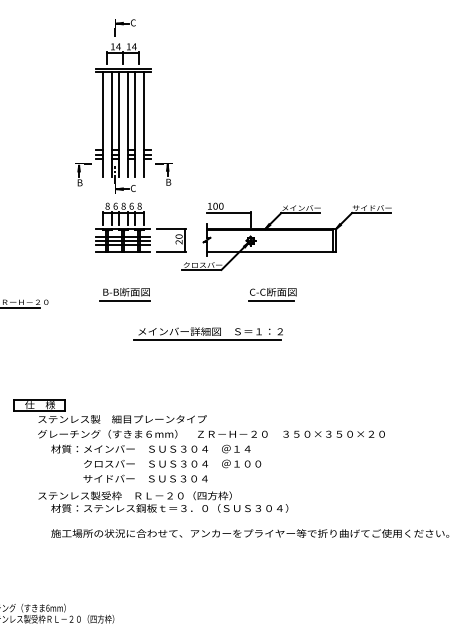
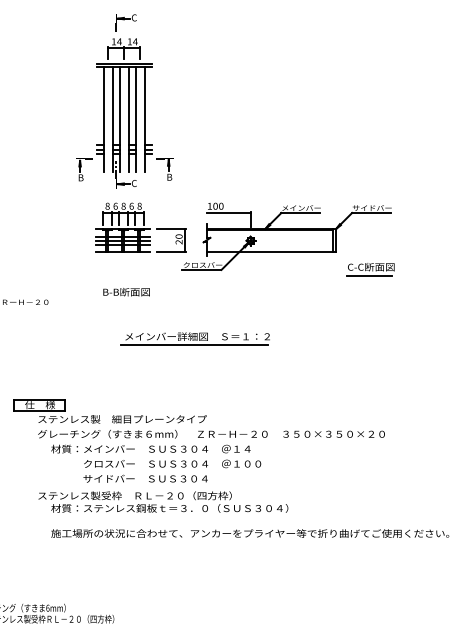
part at (123, 106) position: (123, 106) -> (124, 101)
part at (272, 294) position: (272, 294) -> (370, 269)
line at (124, 300): present -> none
line at (20, 307): present -> none
part at (207, 333) position: (207, 333) -> (194, 338)
